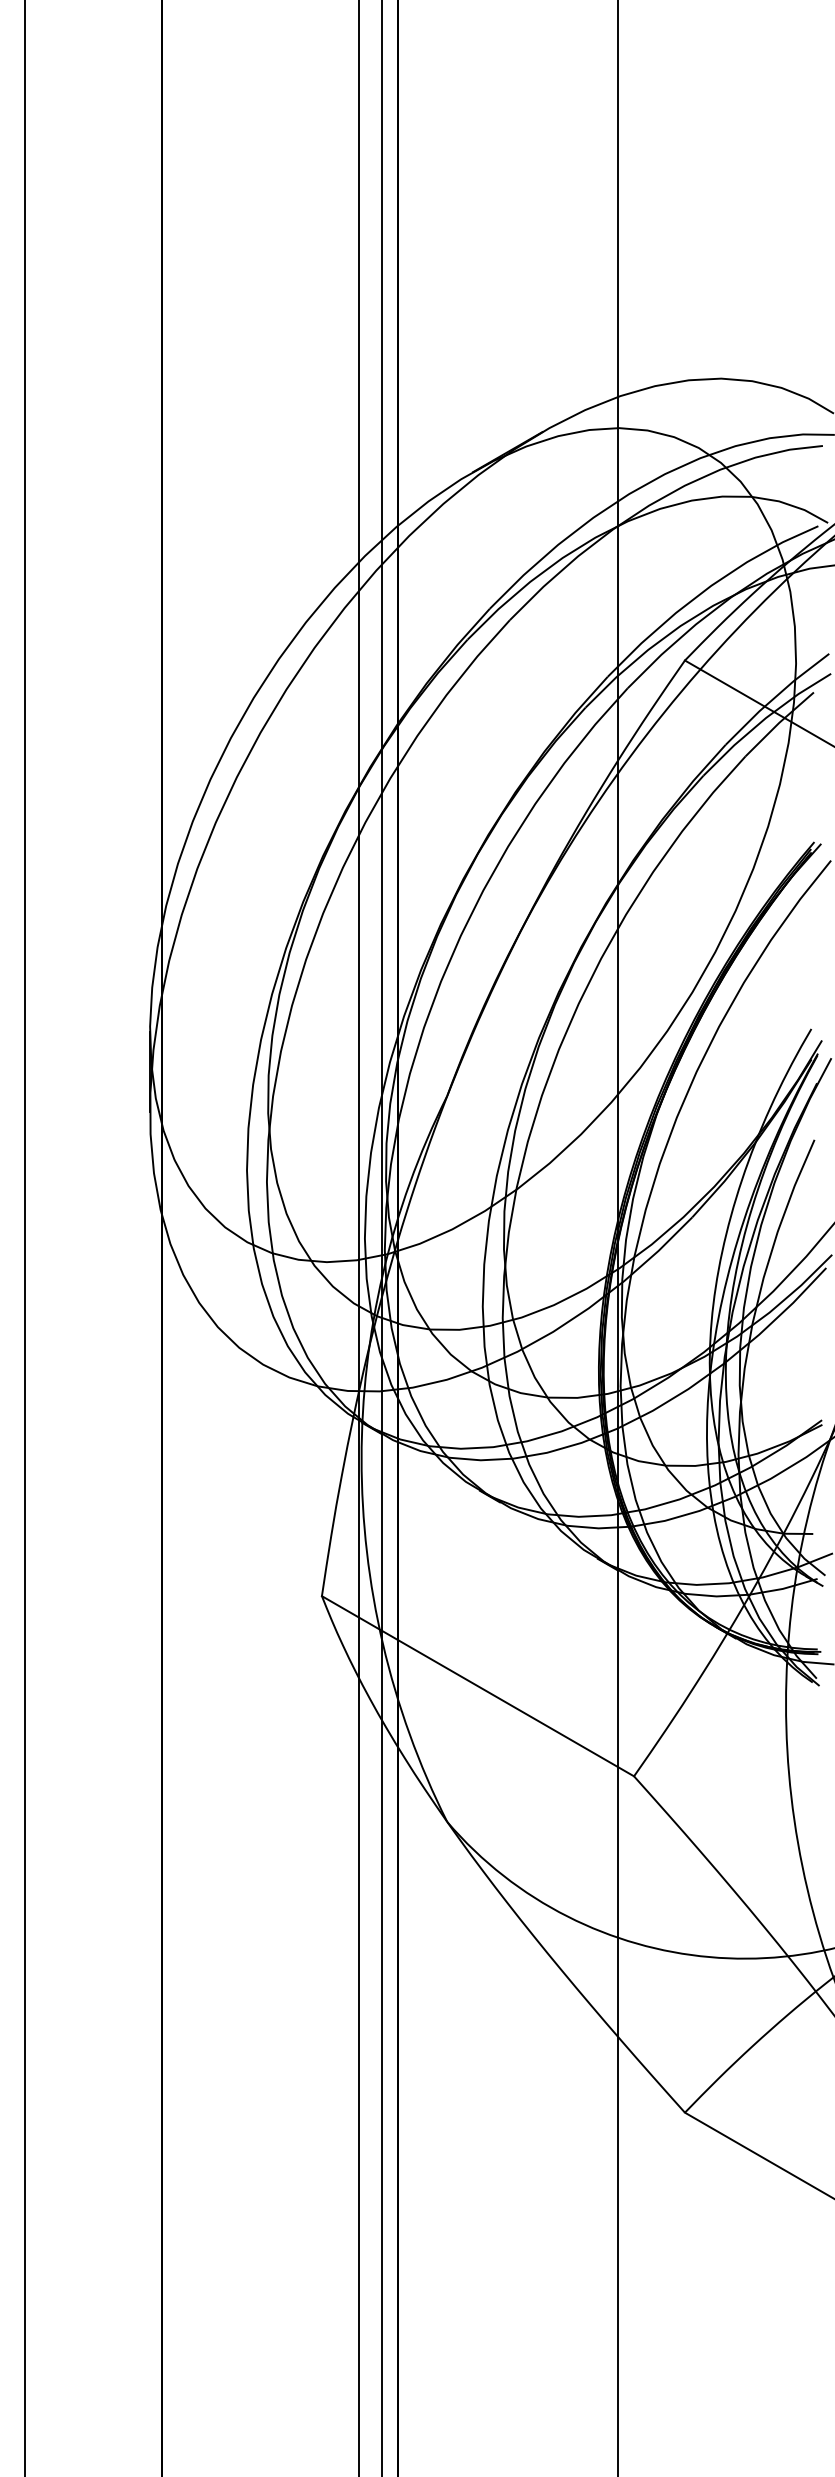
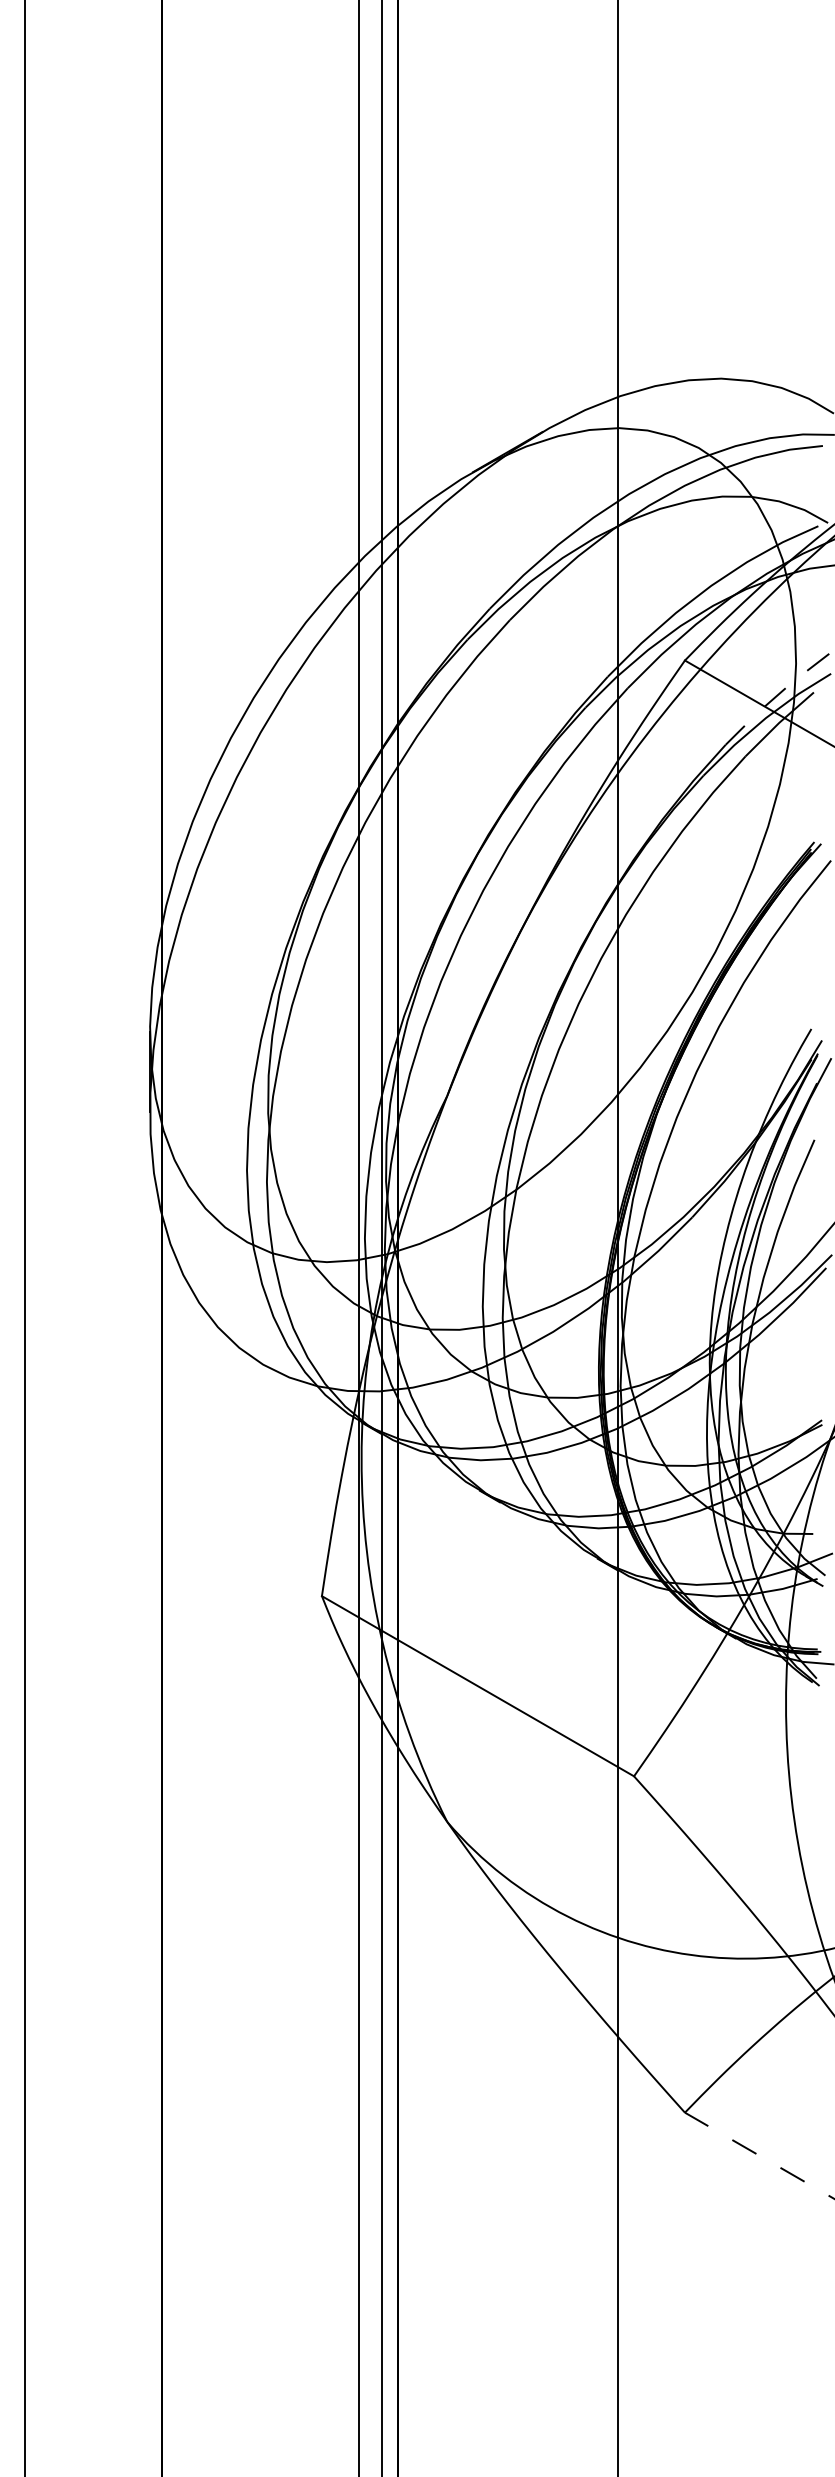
line at (775, 697): solid -> dashed
line at (759, 2155): solid -> dashed
